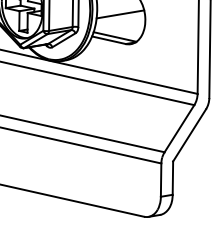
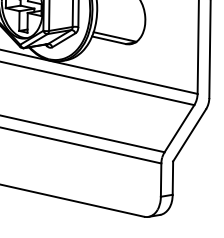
line at (120, 14): present -> none
